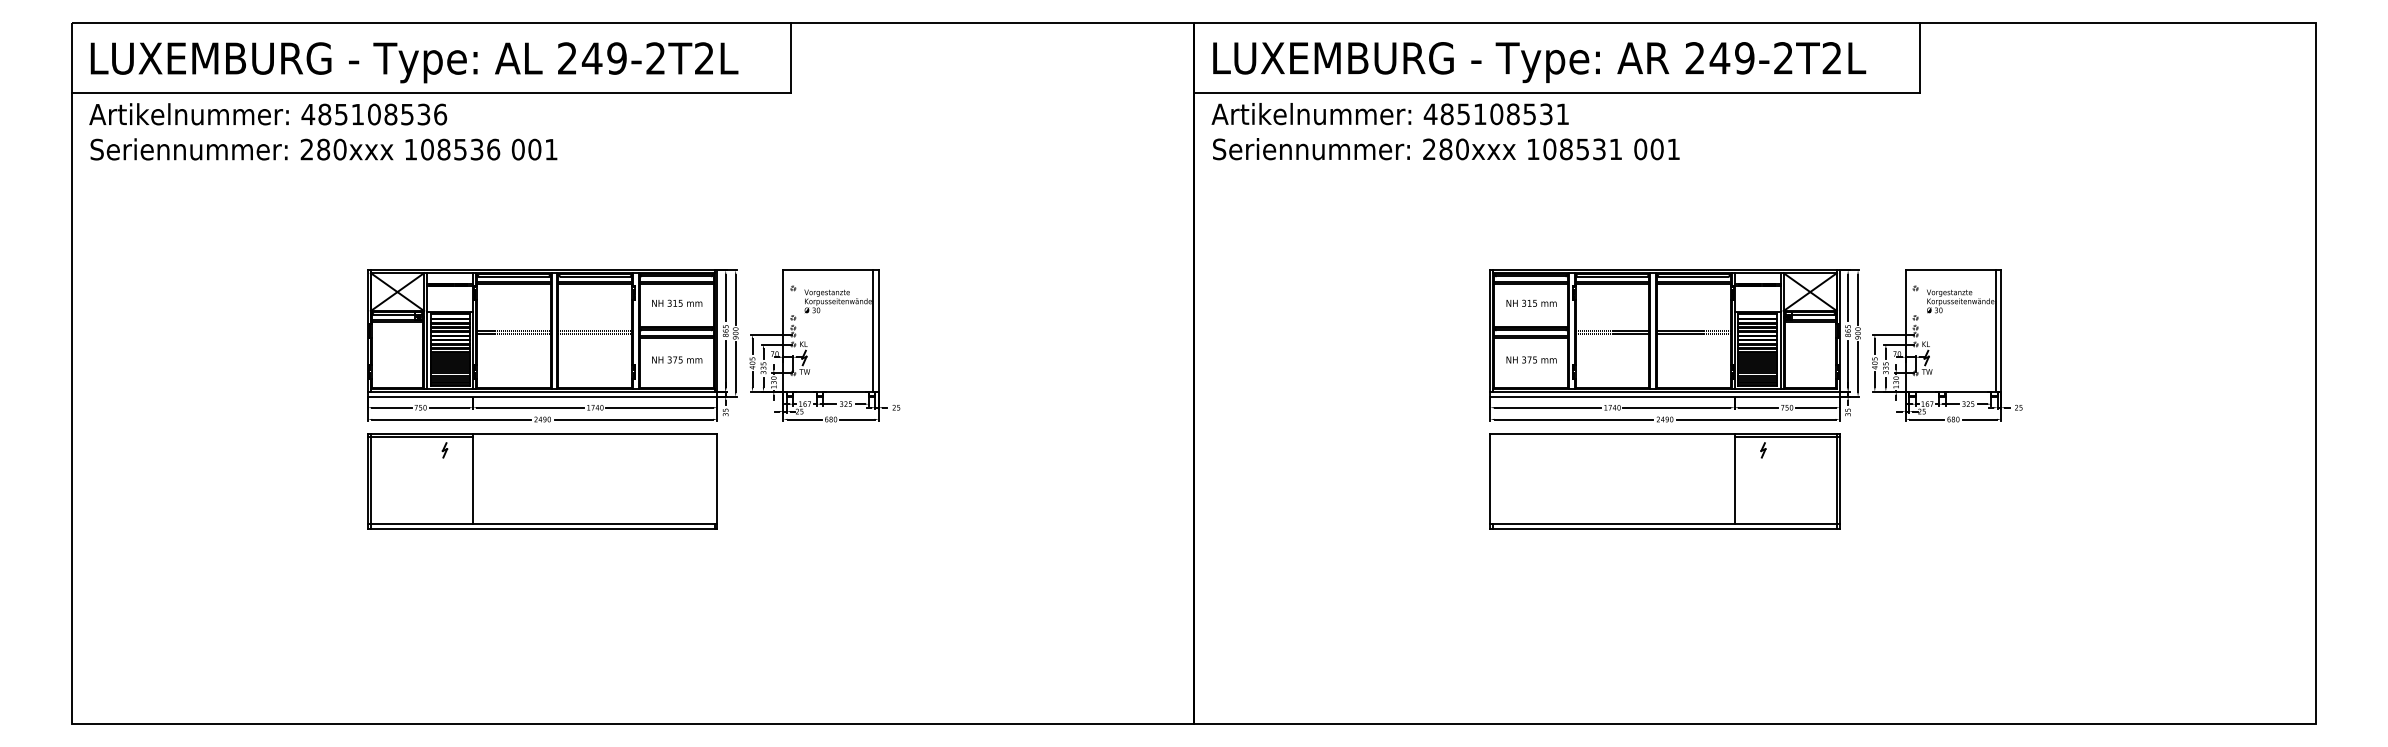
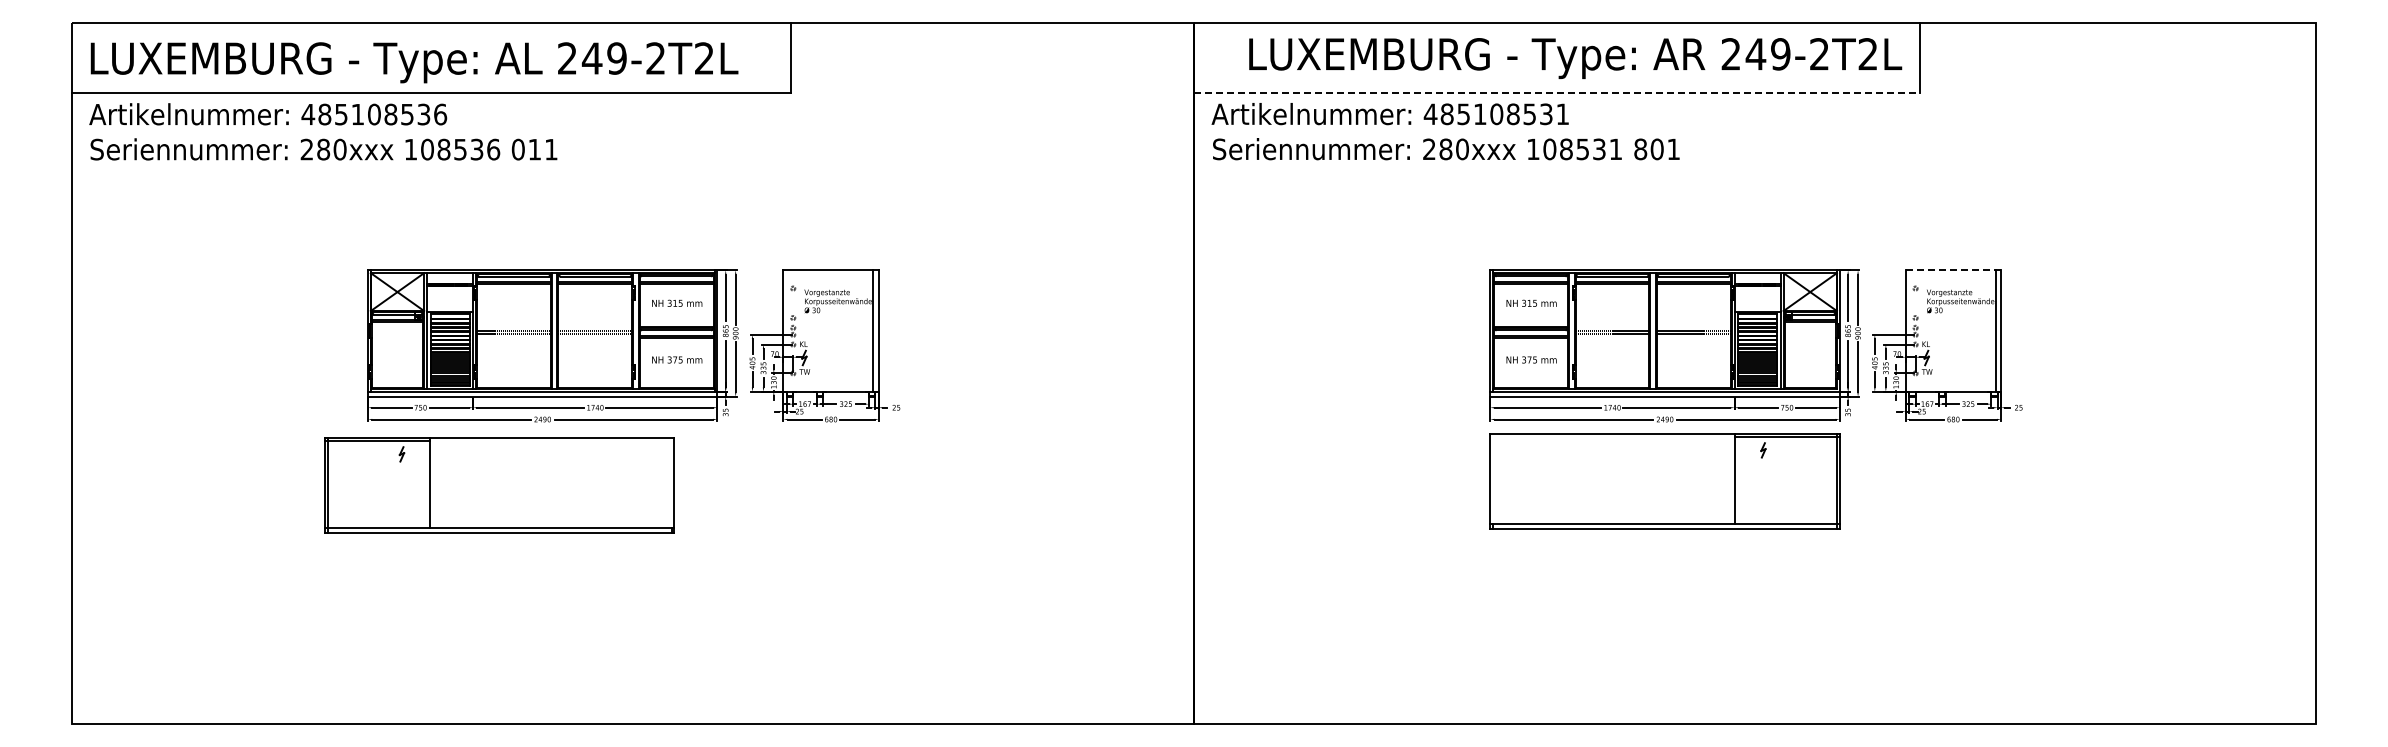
text at (1539, 62) position: (1539, 62) -> (1575, 58)
line at (1556, 92): solid -> dashed
text at (1640, 148): 001 -> 801
text at (534, 149): 001 -> 011
line at (1953, 270): solid -> dashed
part at (542, 481) position: (542, 481) -> (499, 485)
